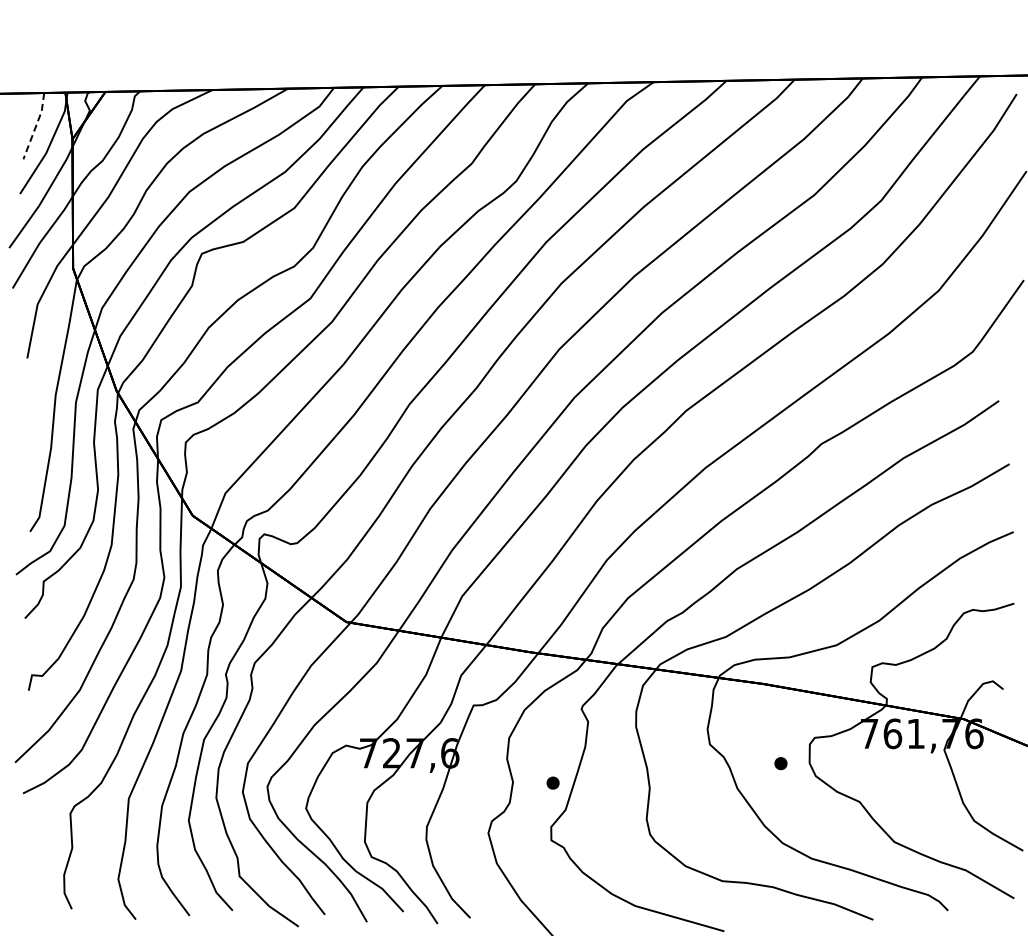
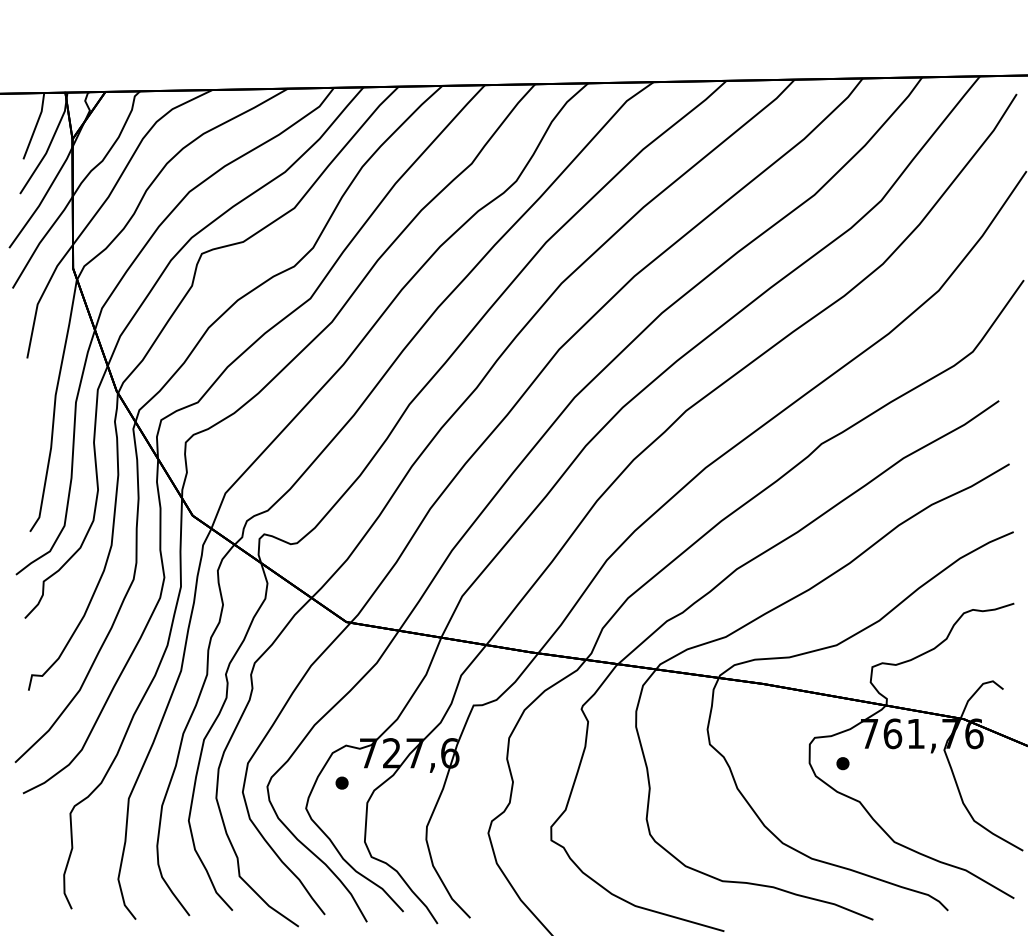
line at (36, 126): dashed -> solid
part at (780, 763) position: (780, 763) -> (842, 763)
part at (552, 782) position: (552, 782) -> (341, 782)
